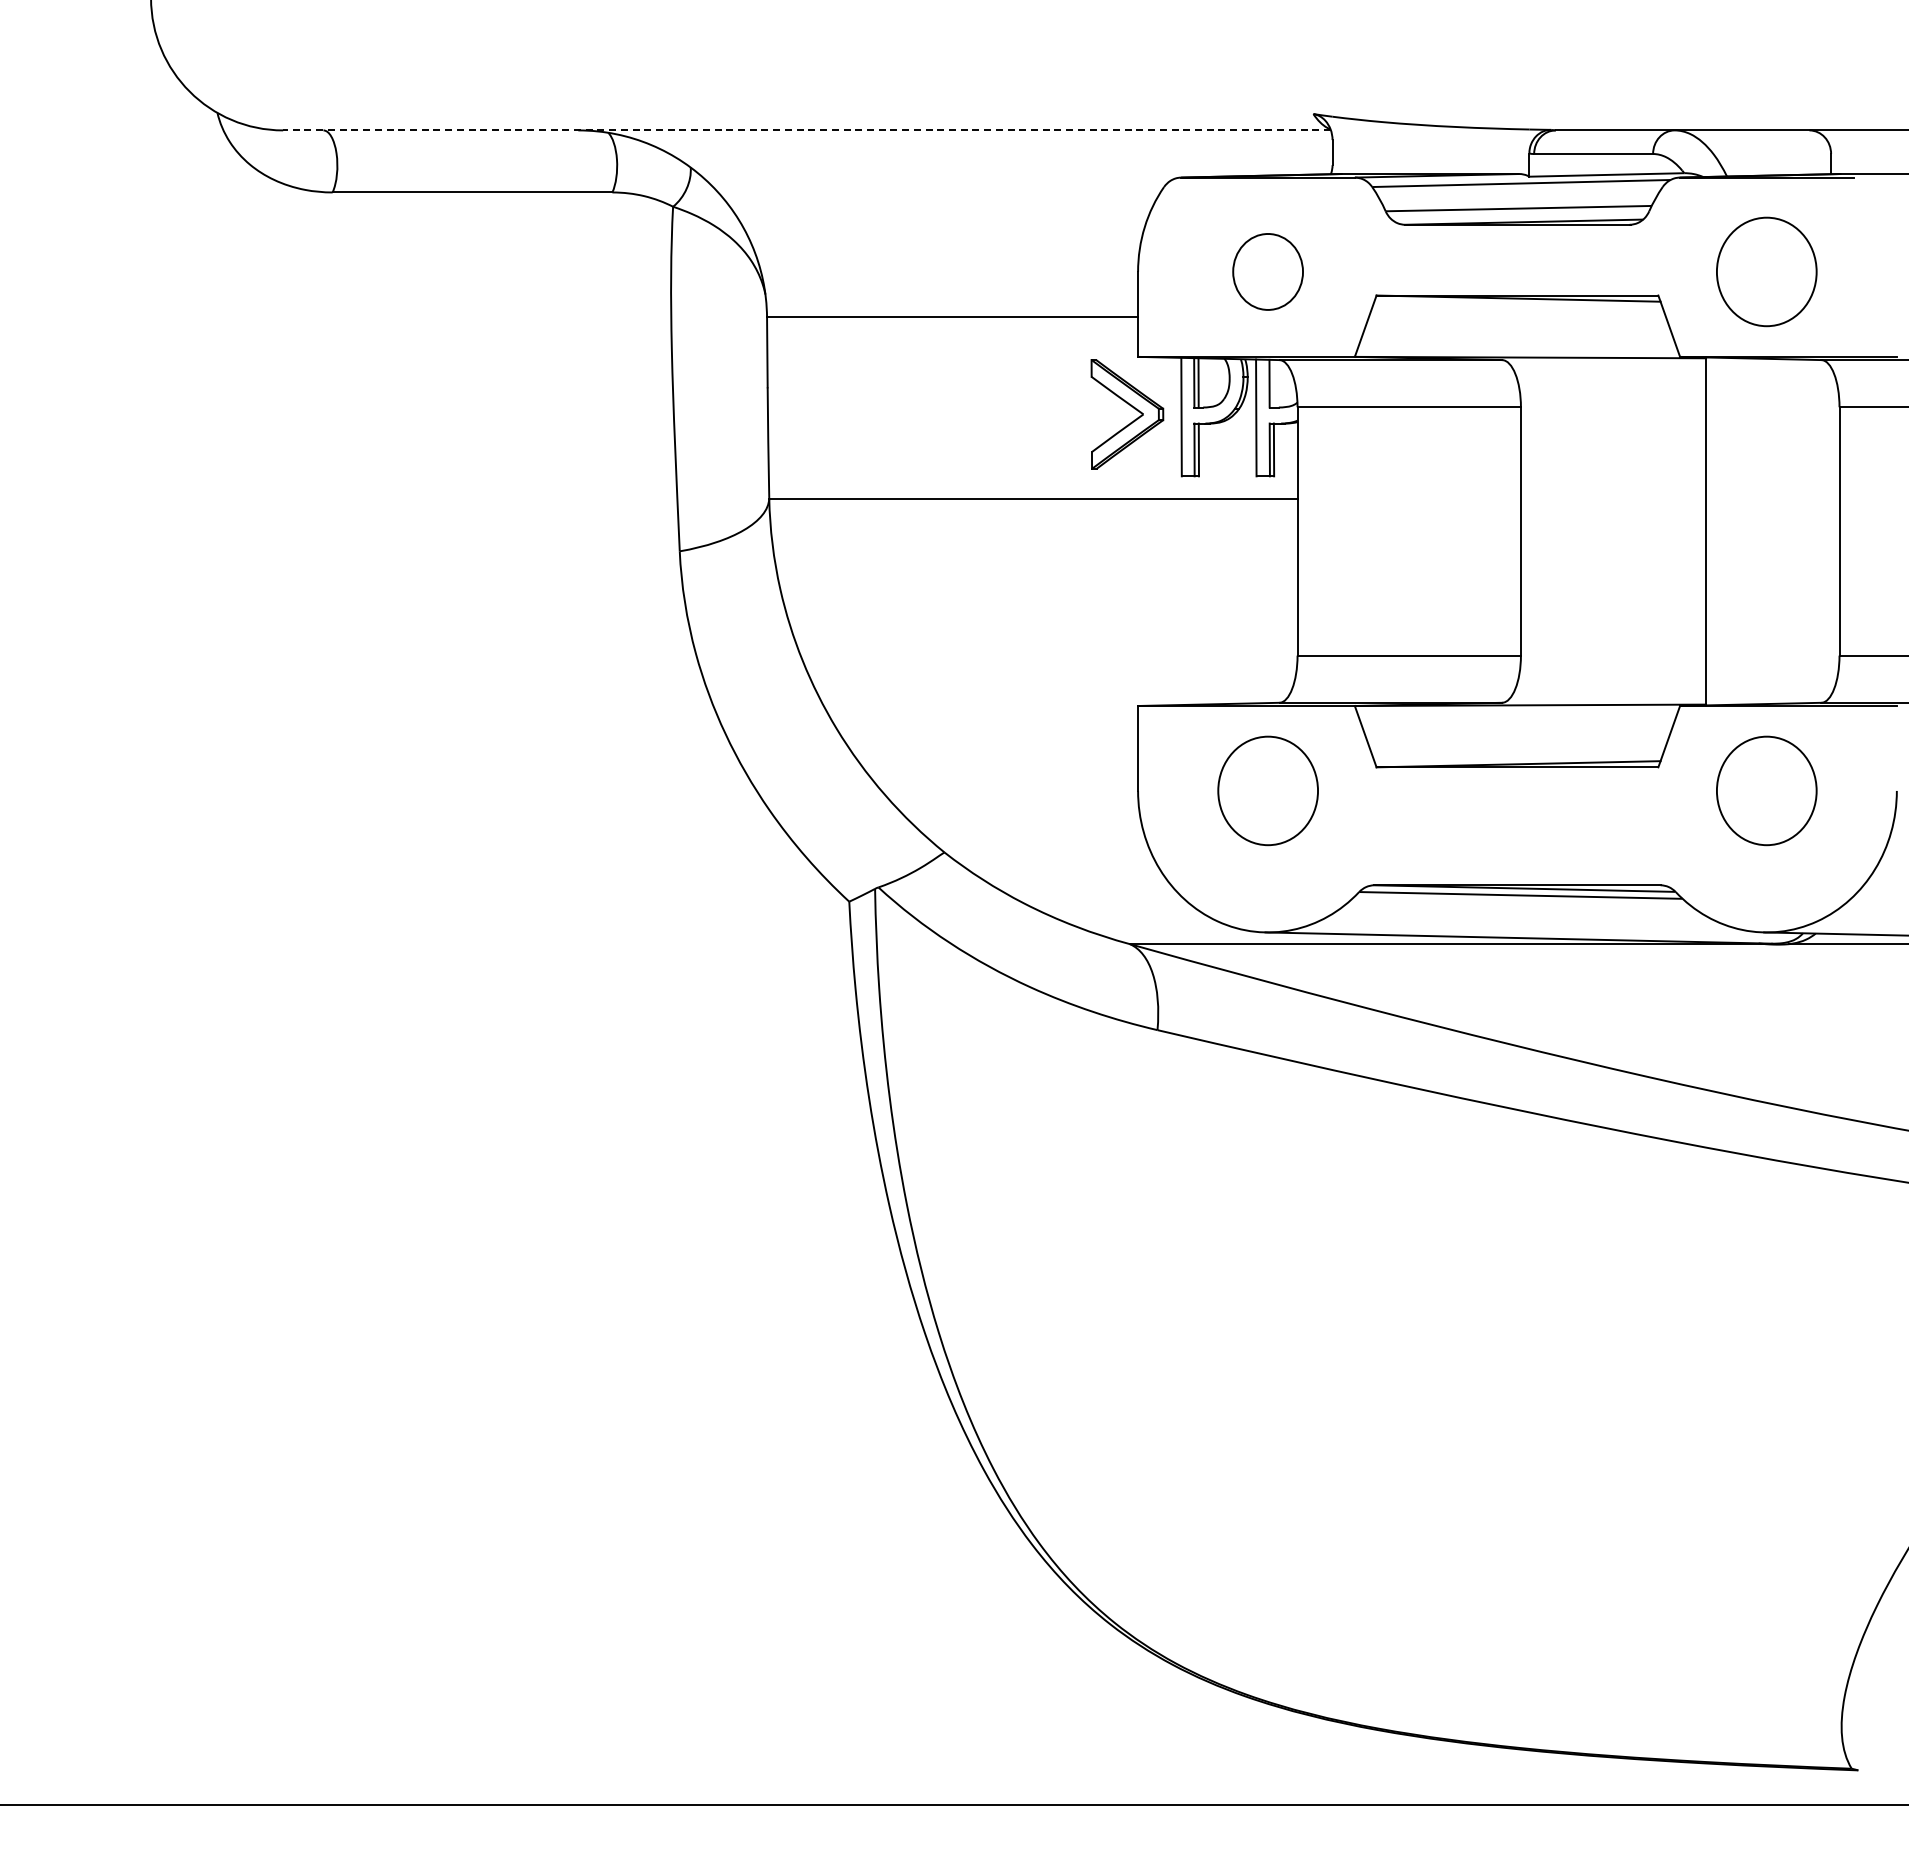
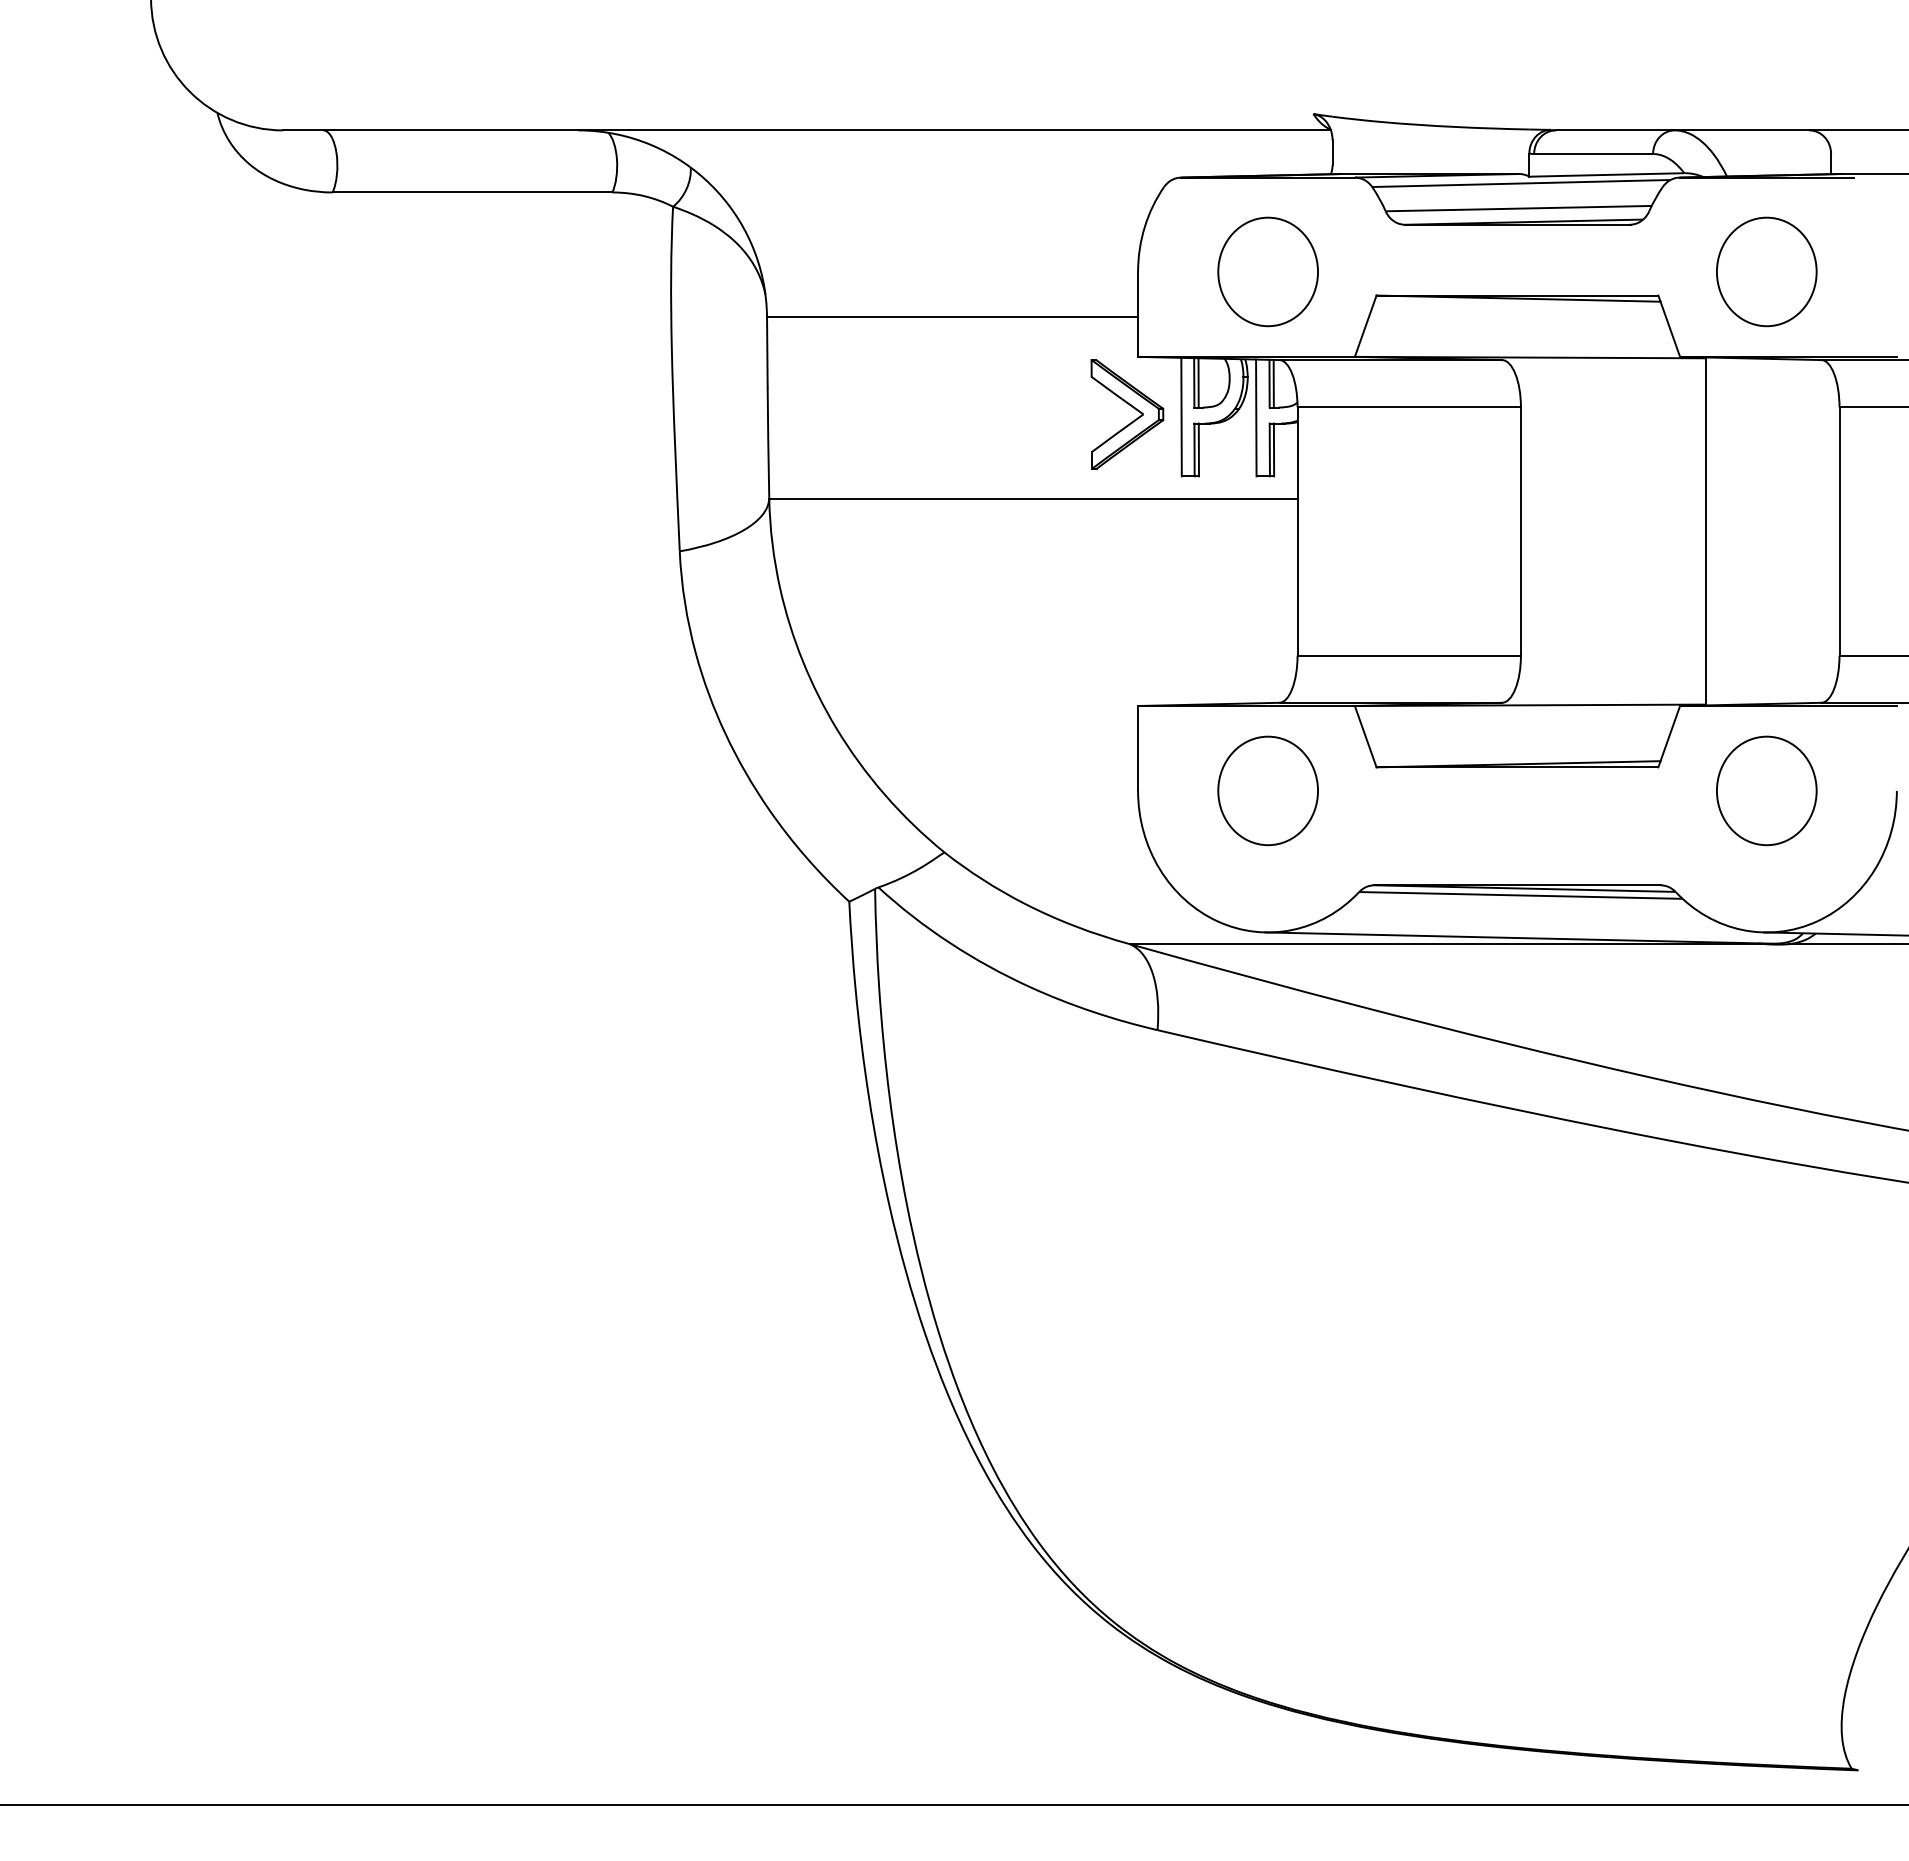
line at (807, 130): dashed -> solid
part at (1267, 271) size: 72x78 px -> 102x112 px
line at (1273, 383): none -> present
